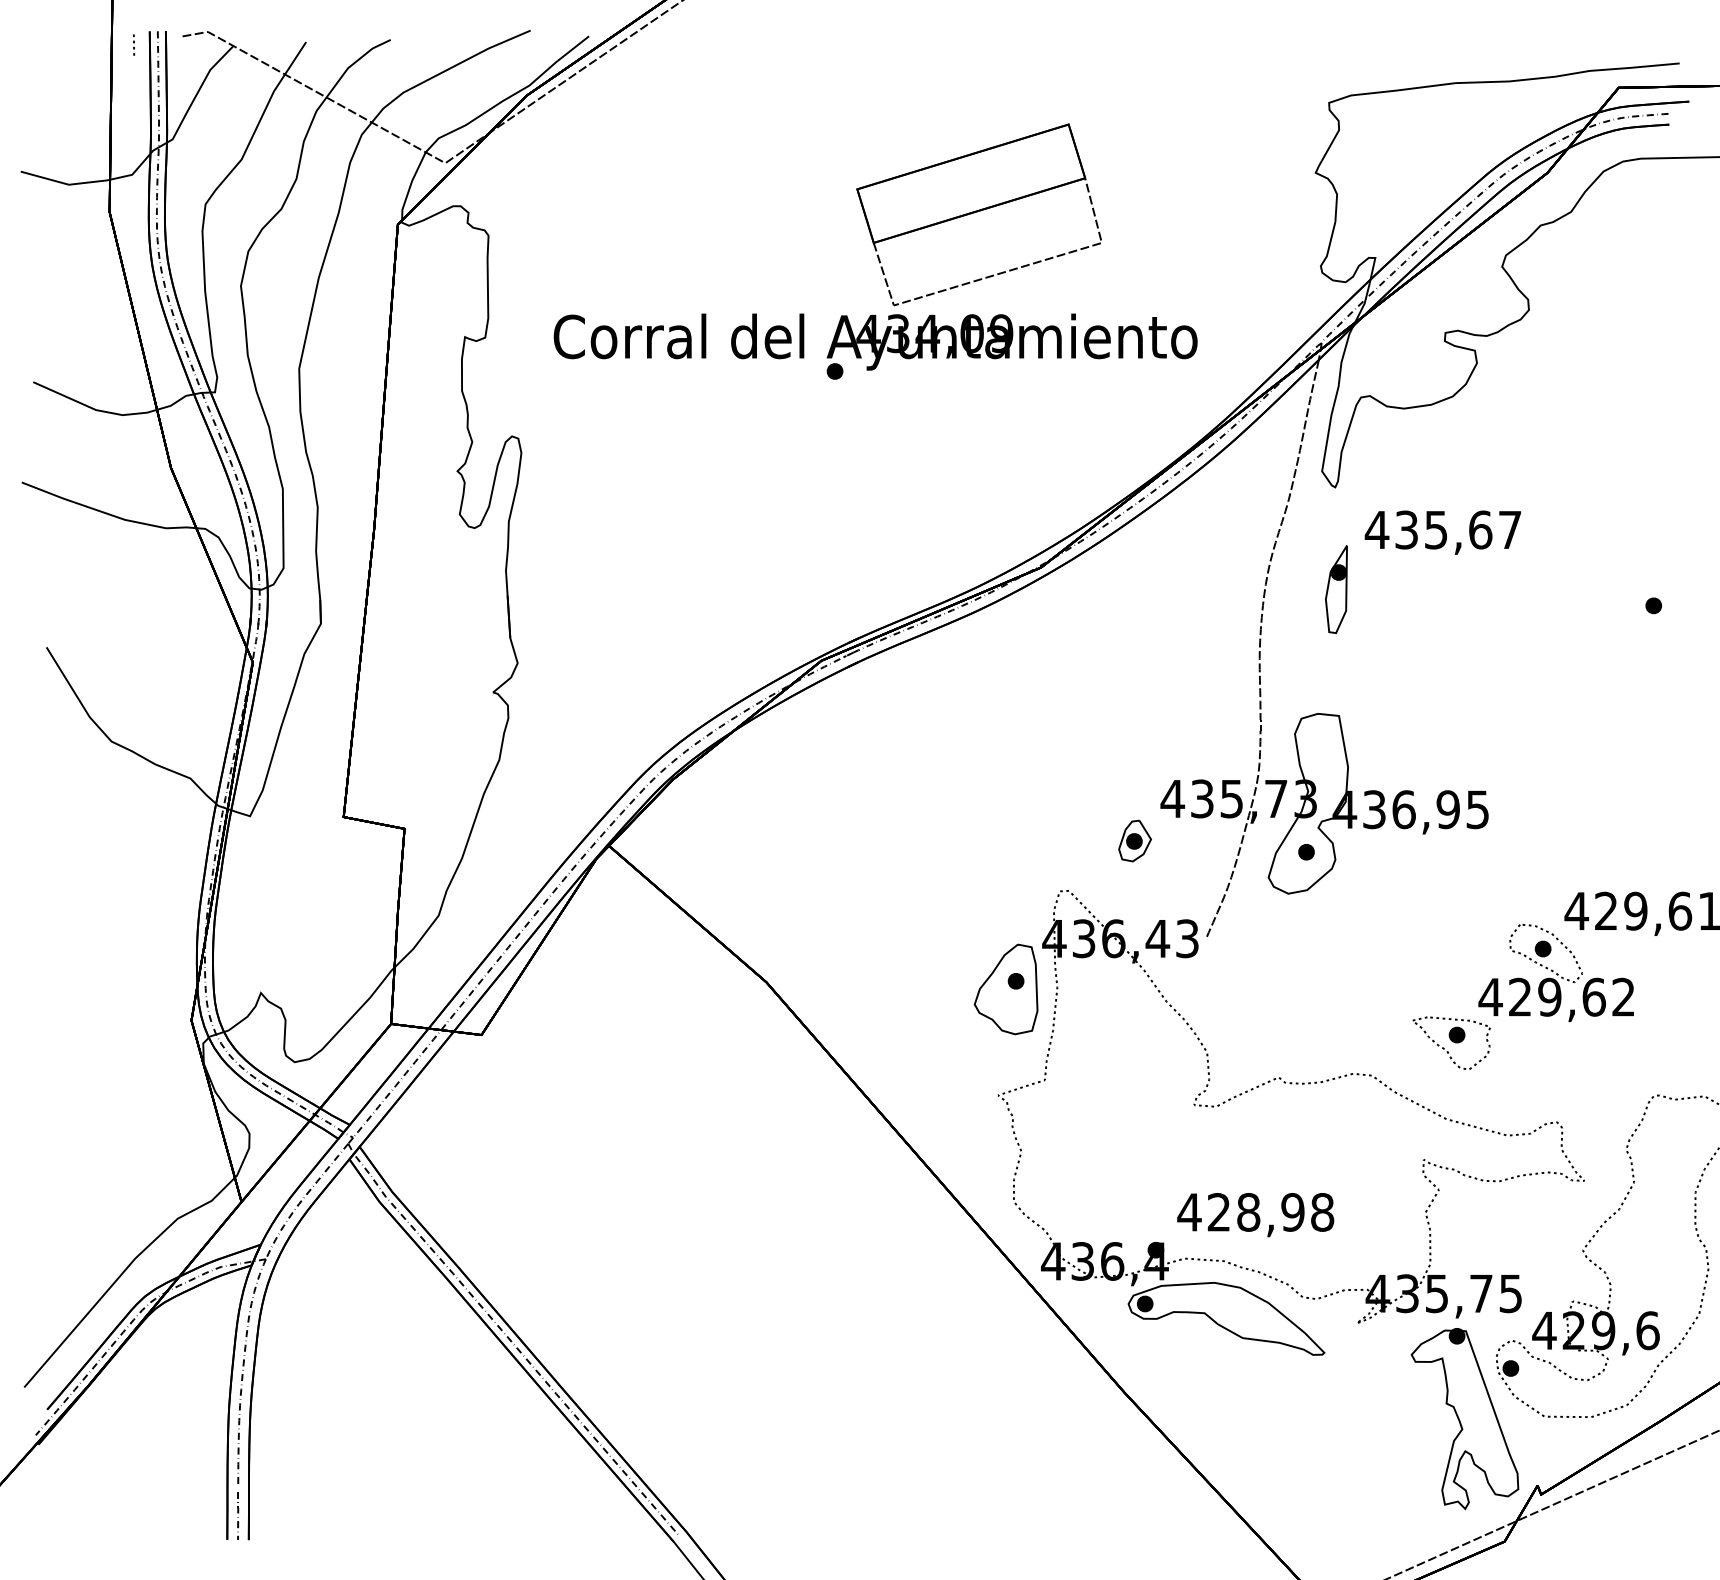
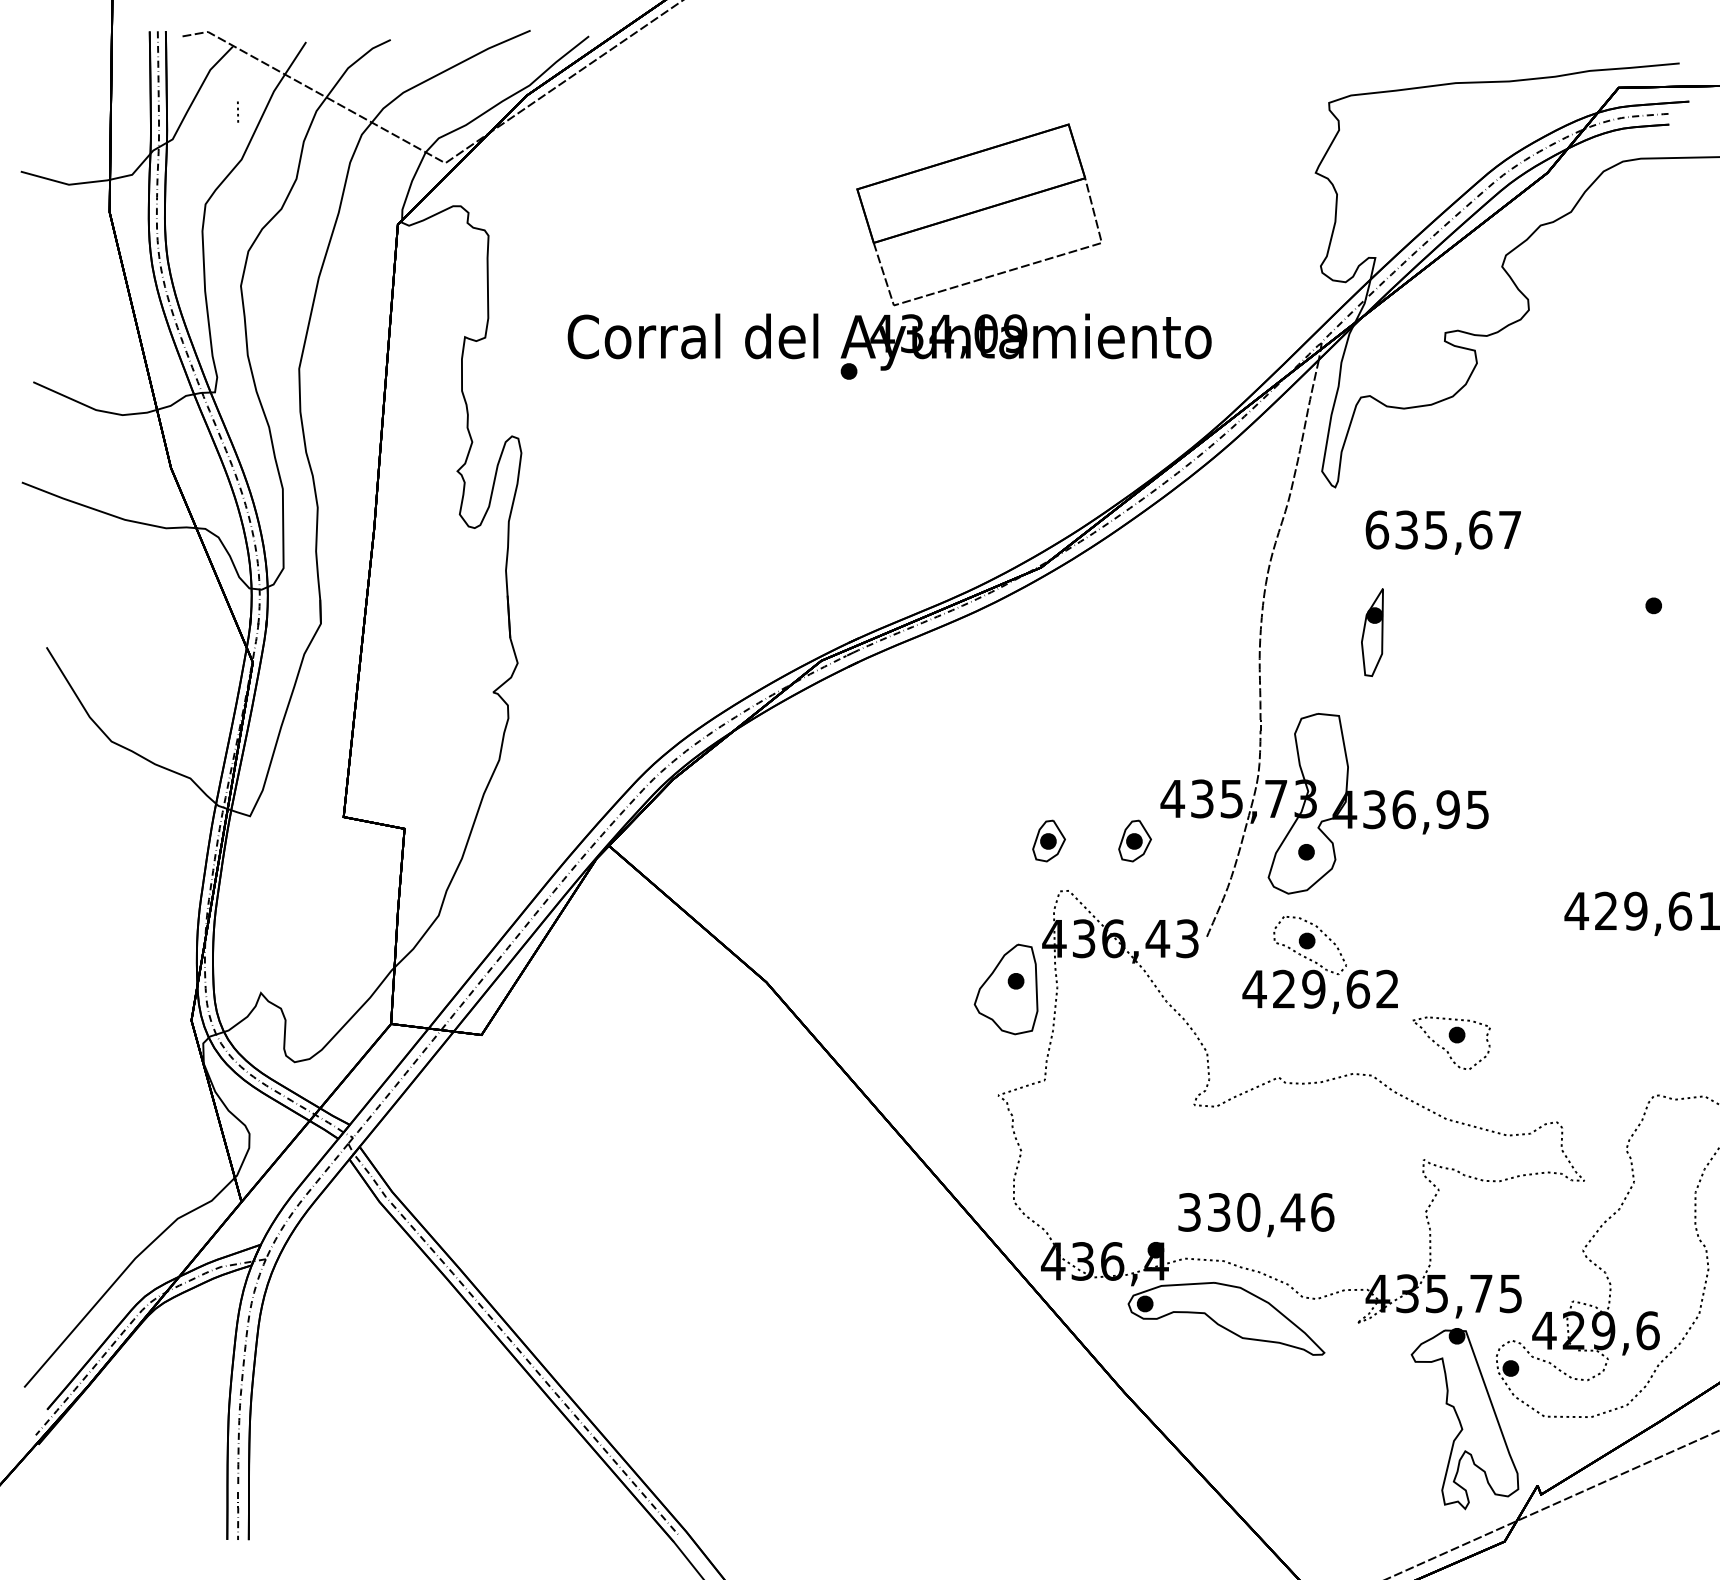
line at (134, 43) position: (134, 43) -> (238, 110)
text at (875, 346) position: (875, 346) -> (889, 346)
text at (1376, 529): 435,67 -> 635,67
part at (1336, 589) position: (1336, 589) -> (1372, 632)
part at (1048, 840): none -> present
part at (1555, 972) position: (1555, 972) -> (1319, 964)
text at (1255, 1212): 428,98 -> 330,46
